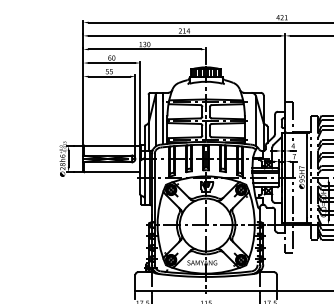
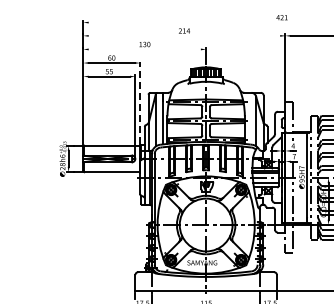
line at (209, 22): present -> none
line at (184, 35): present -> none
line at (144, 49): present -> none
line at (140, 102): solid -> dashed
